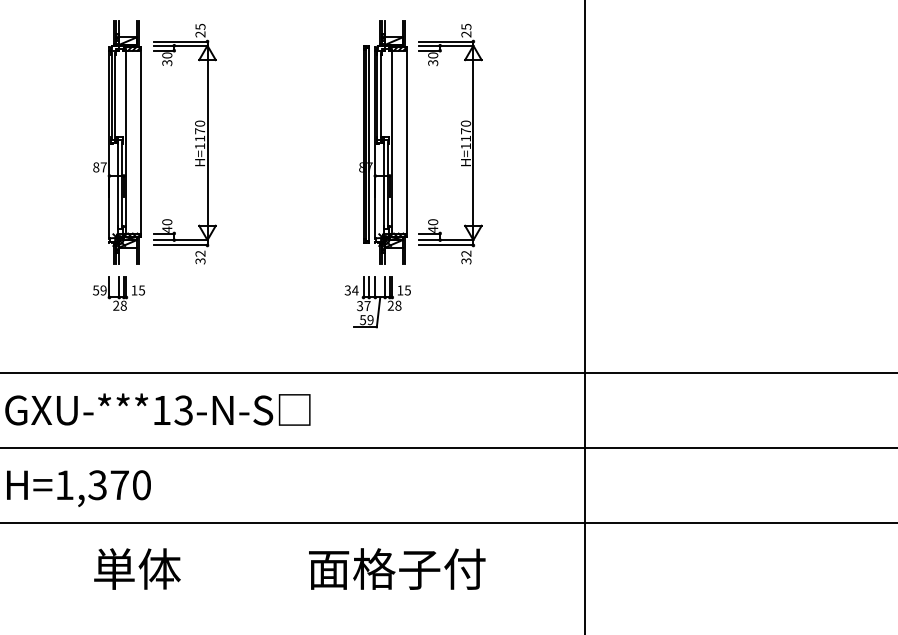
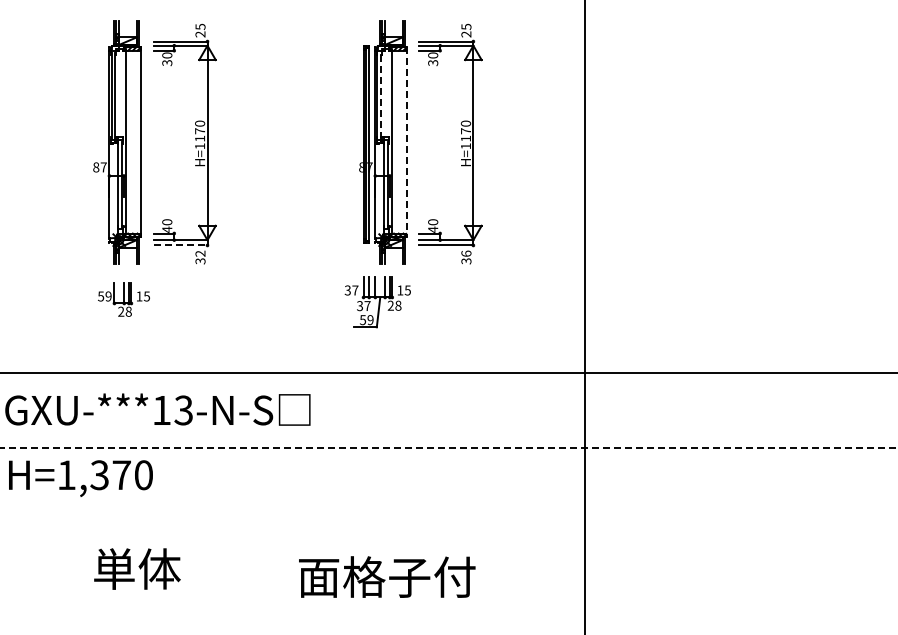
line at (381, 95): solid -> dashed
line at (406, 142): solid -> dashed
line at (181, 245): solid -> dashed
text at (466, 253): 32 -> 36
text at (355, 290): 34 -> 37
part at (118, 293) position: (118, 293) -> (123, 299)
line at (449, 447): solid -> dashed
text at (78, 488) position: (78, 488) -> (80, 478)
line at (448, 522): present -> none
text at (397, 568) position: (397, 568) -> (387, 576)
